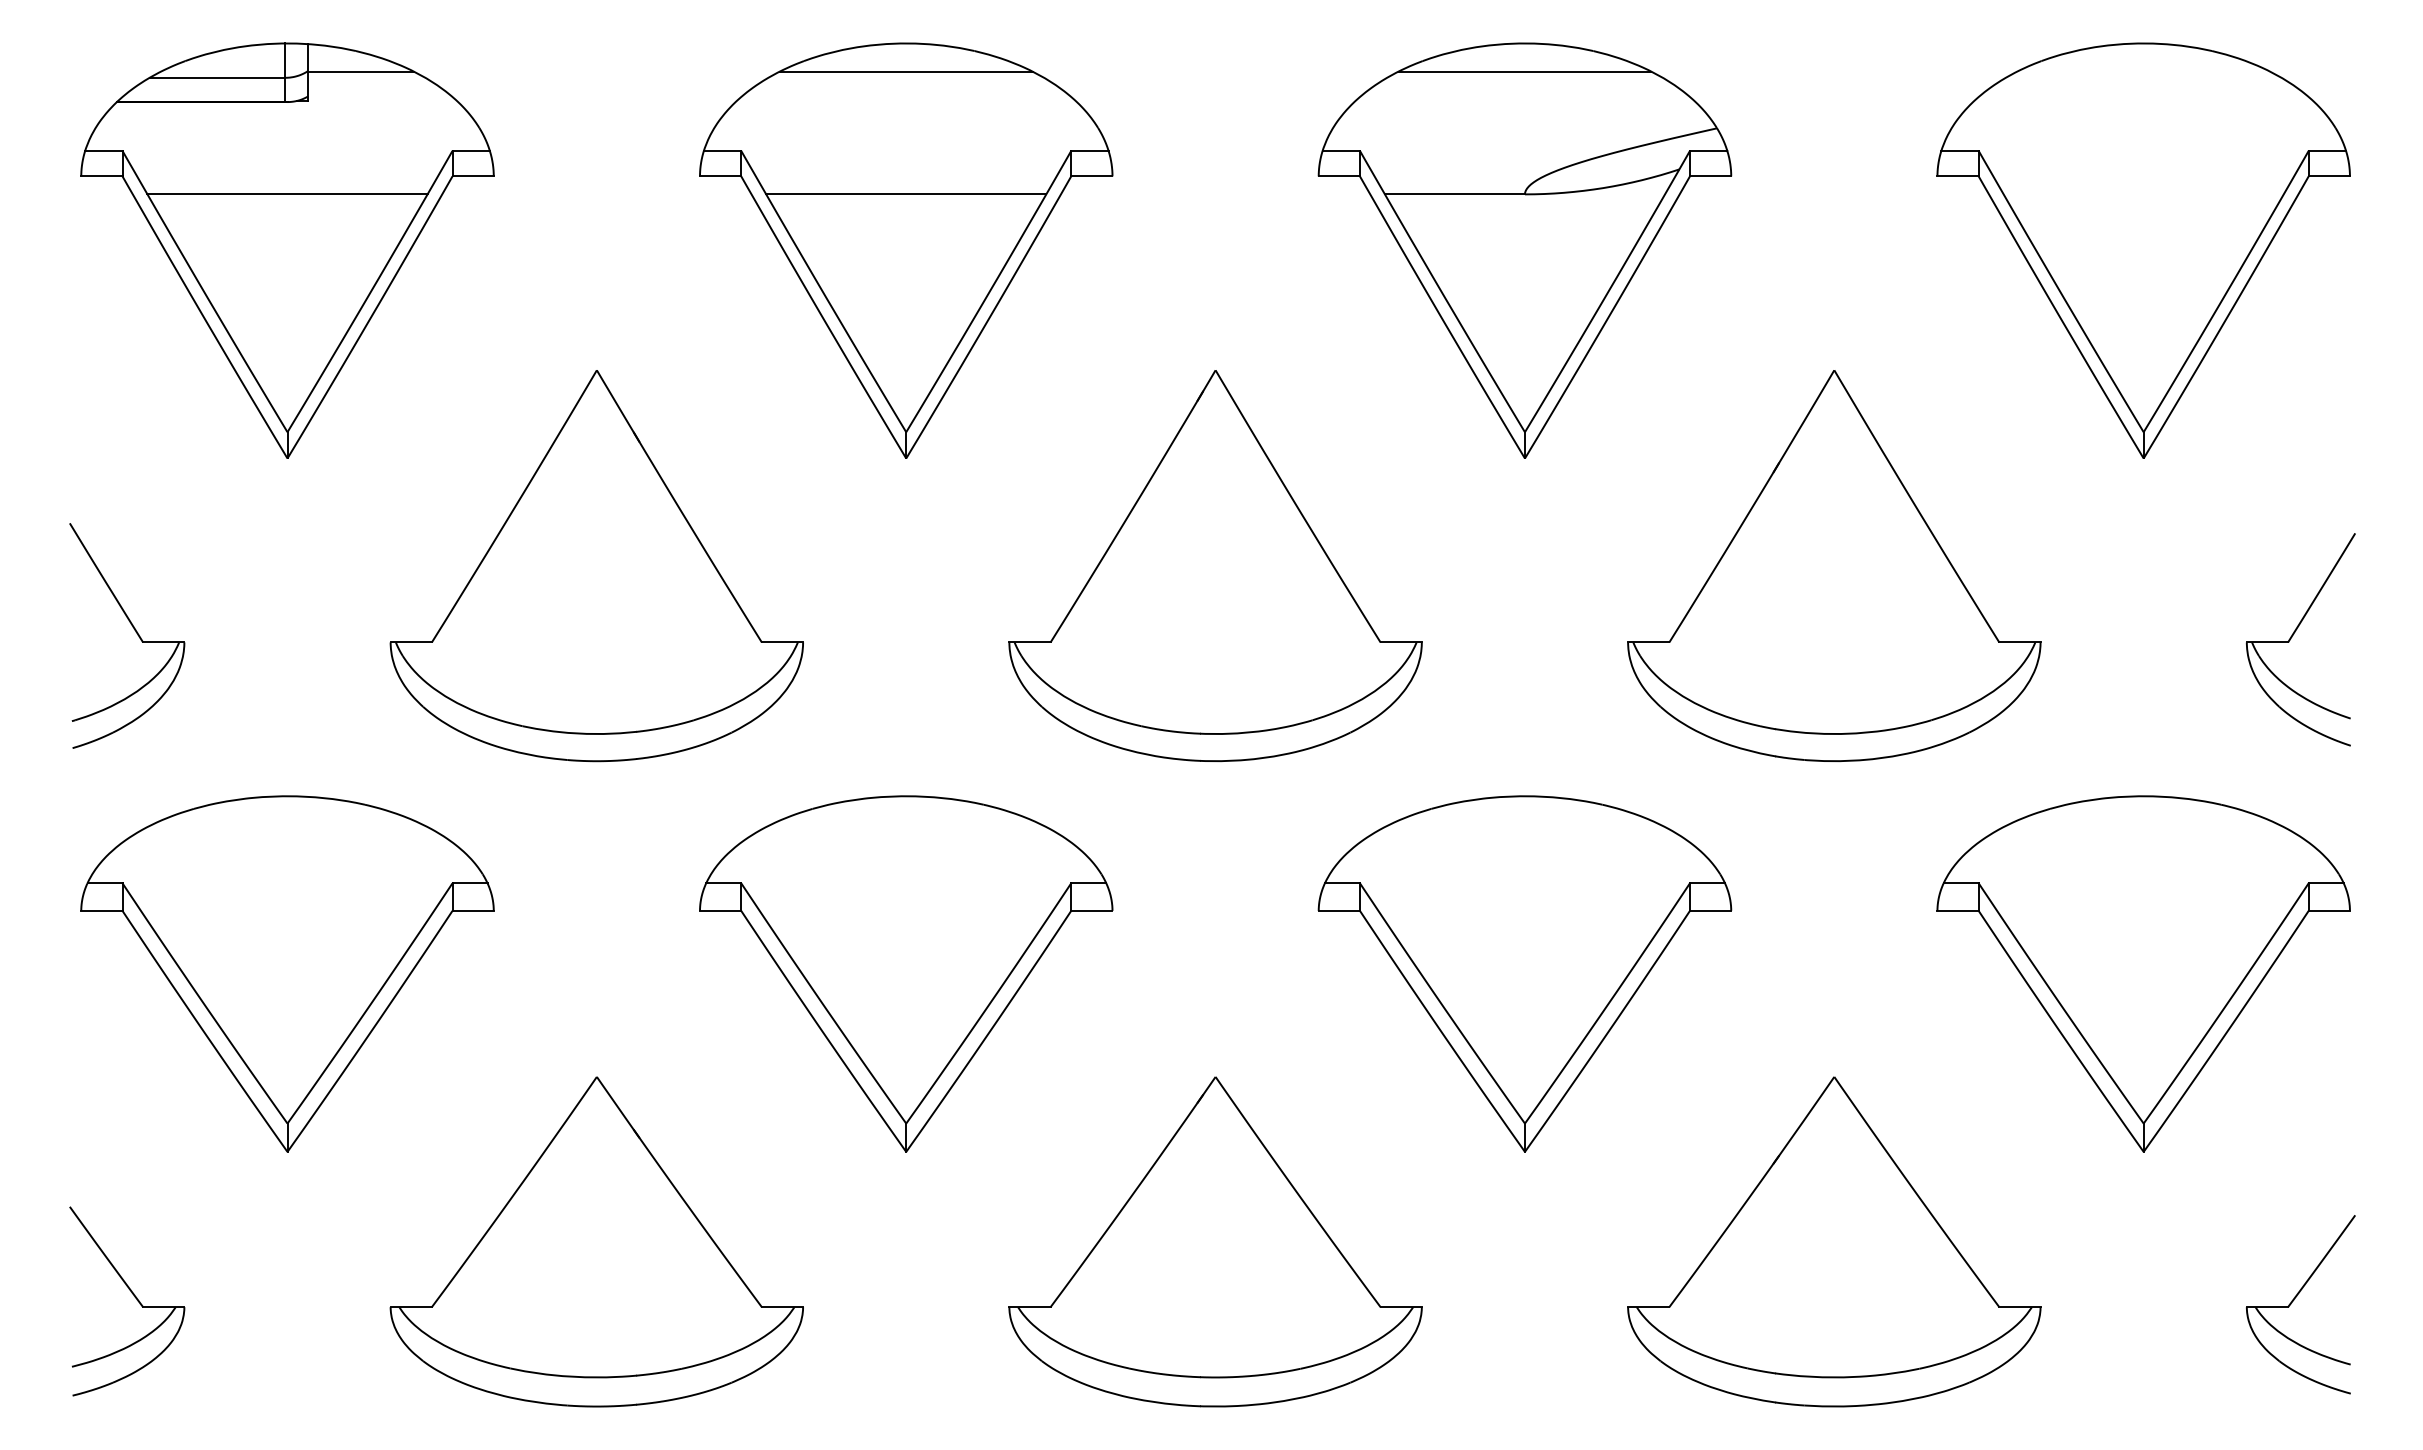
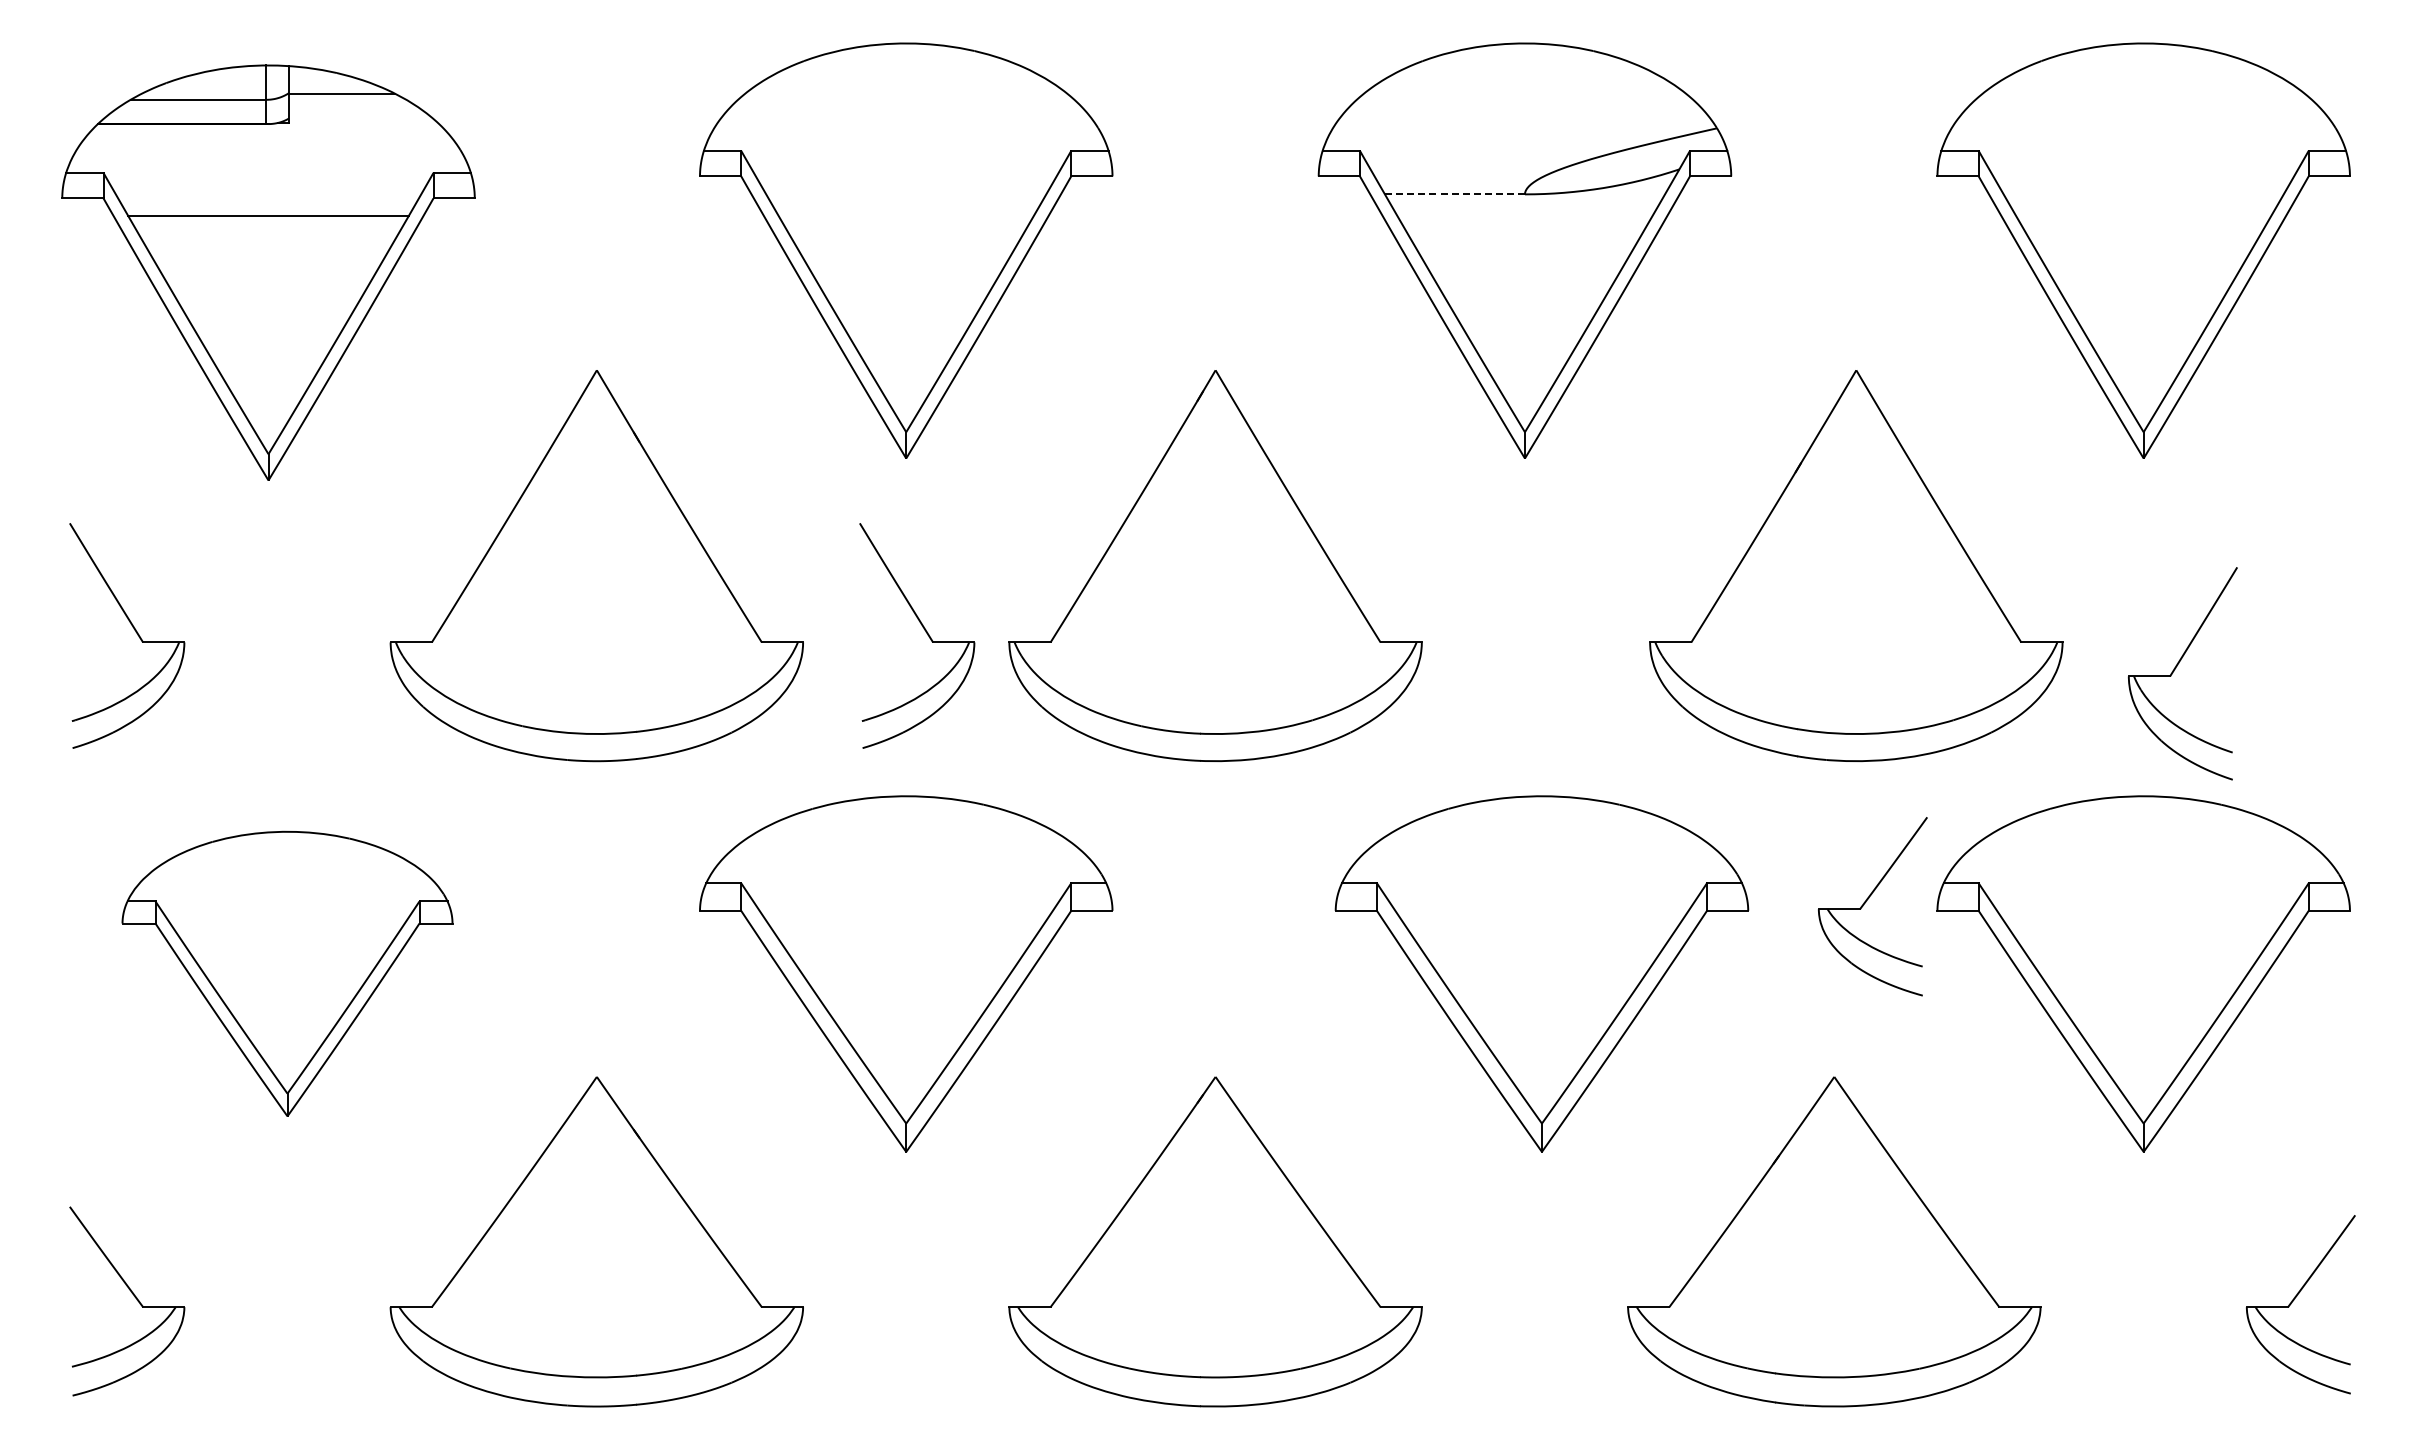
line at (905, 71): present -> none
line at (1524, 71): present -> none
line at (906, 194): present -> none
line at (1455, 194): solid -> dashed
part at (287, 250) position: (287, 250) -> (268, 272)
part at (1834, 566) position: (1834, 566) -> (1856, 566)
part at (925, 632): none -> present
part at (2294, 634) position: (2294, 634) -> (2176, 668)
part at (1866, 902): none -> present
part at (287, 973) size: 415x358 px -> 333x287 px
part at (1524, 973) position: (1524, 973) -> (1541, 973)
